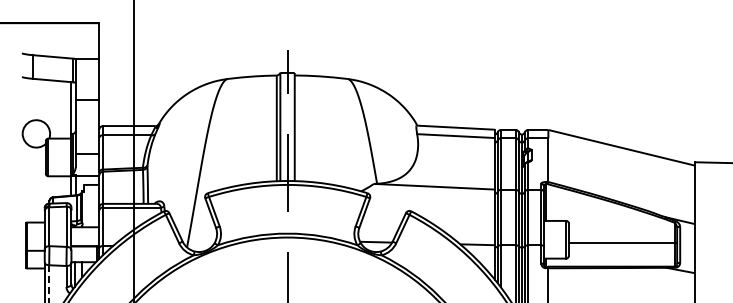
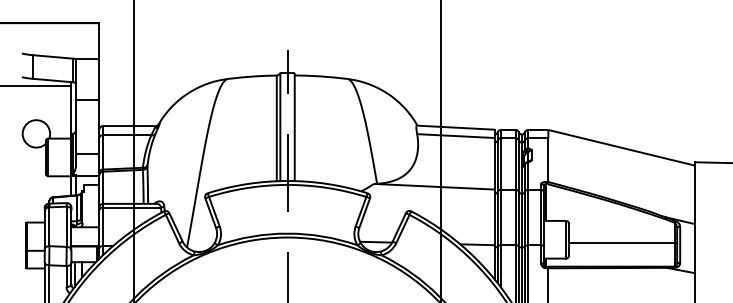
line at (36, 86): none -> present
line at (441, 150): none -> present
line at (49, 284): dashed -> solid
